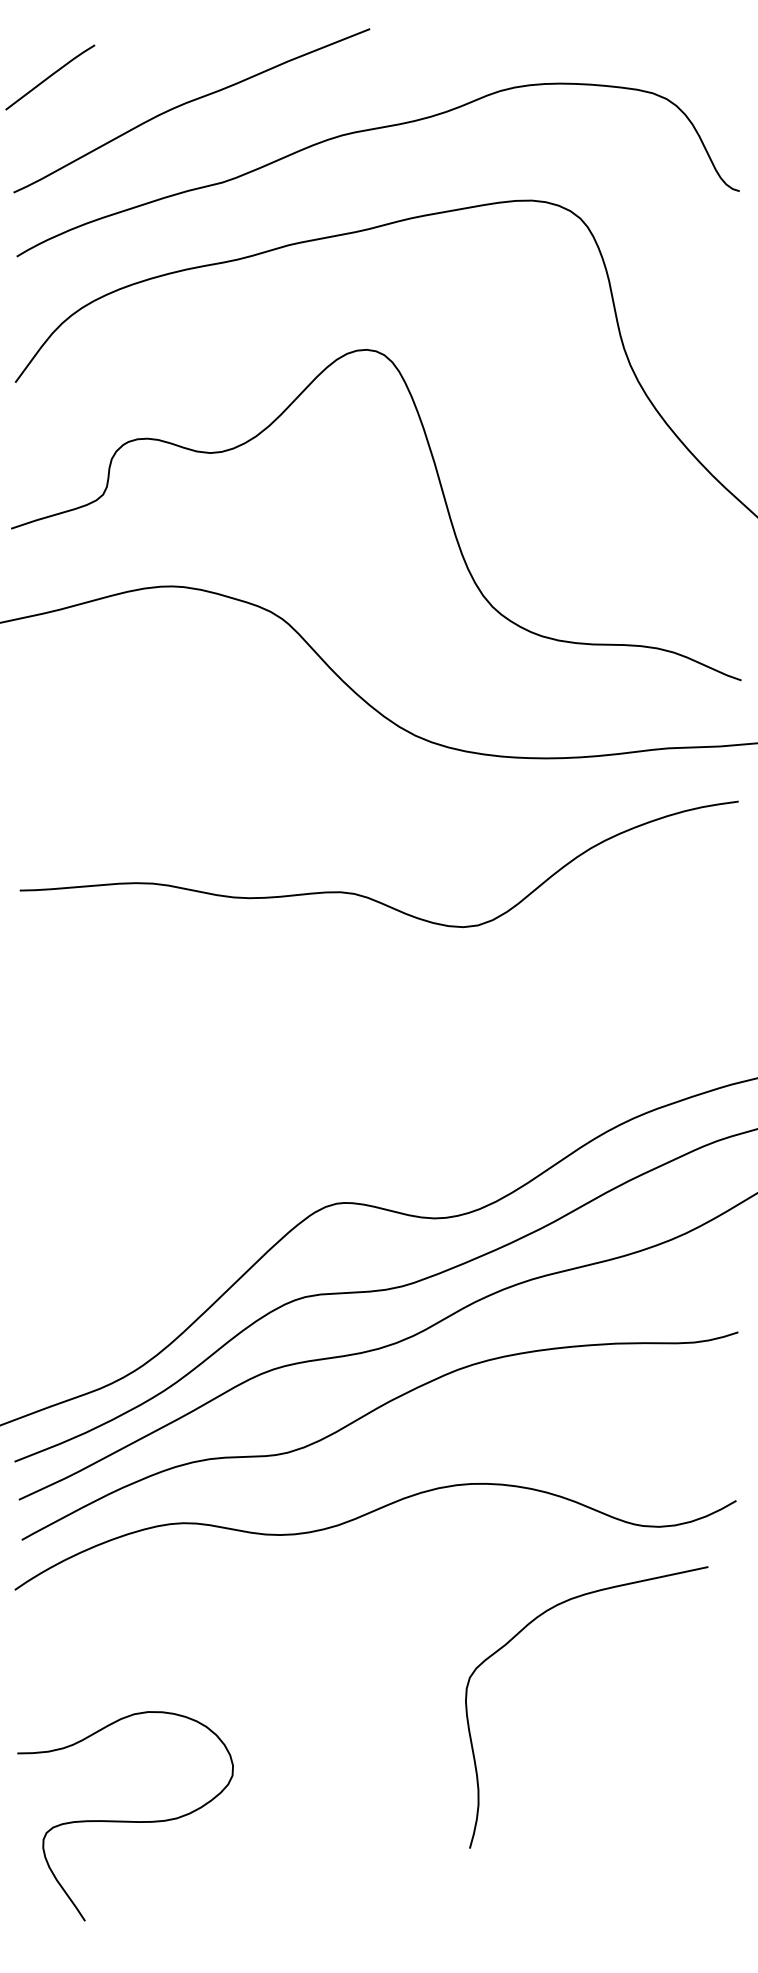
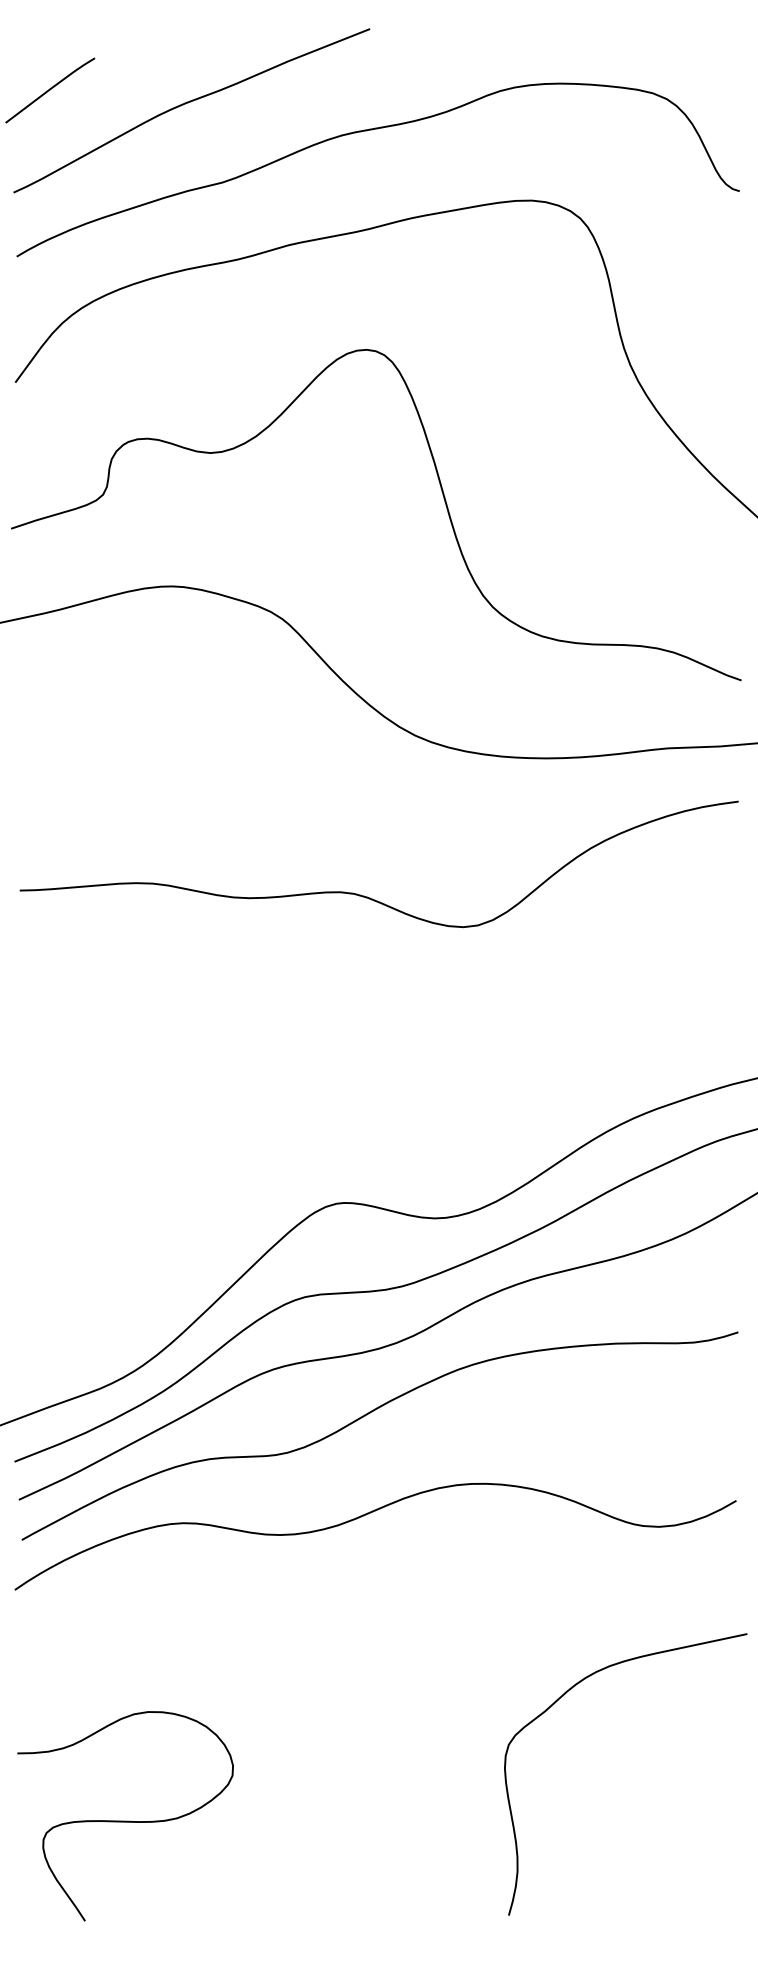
line at (50, 77) position: (50, 77) -> (50, 90)
curve at (524, 1629) position: (524, 1629) -> (563, 1696)
